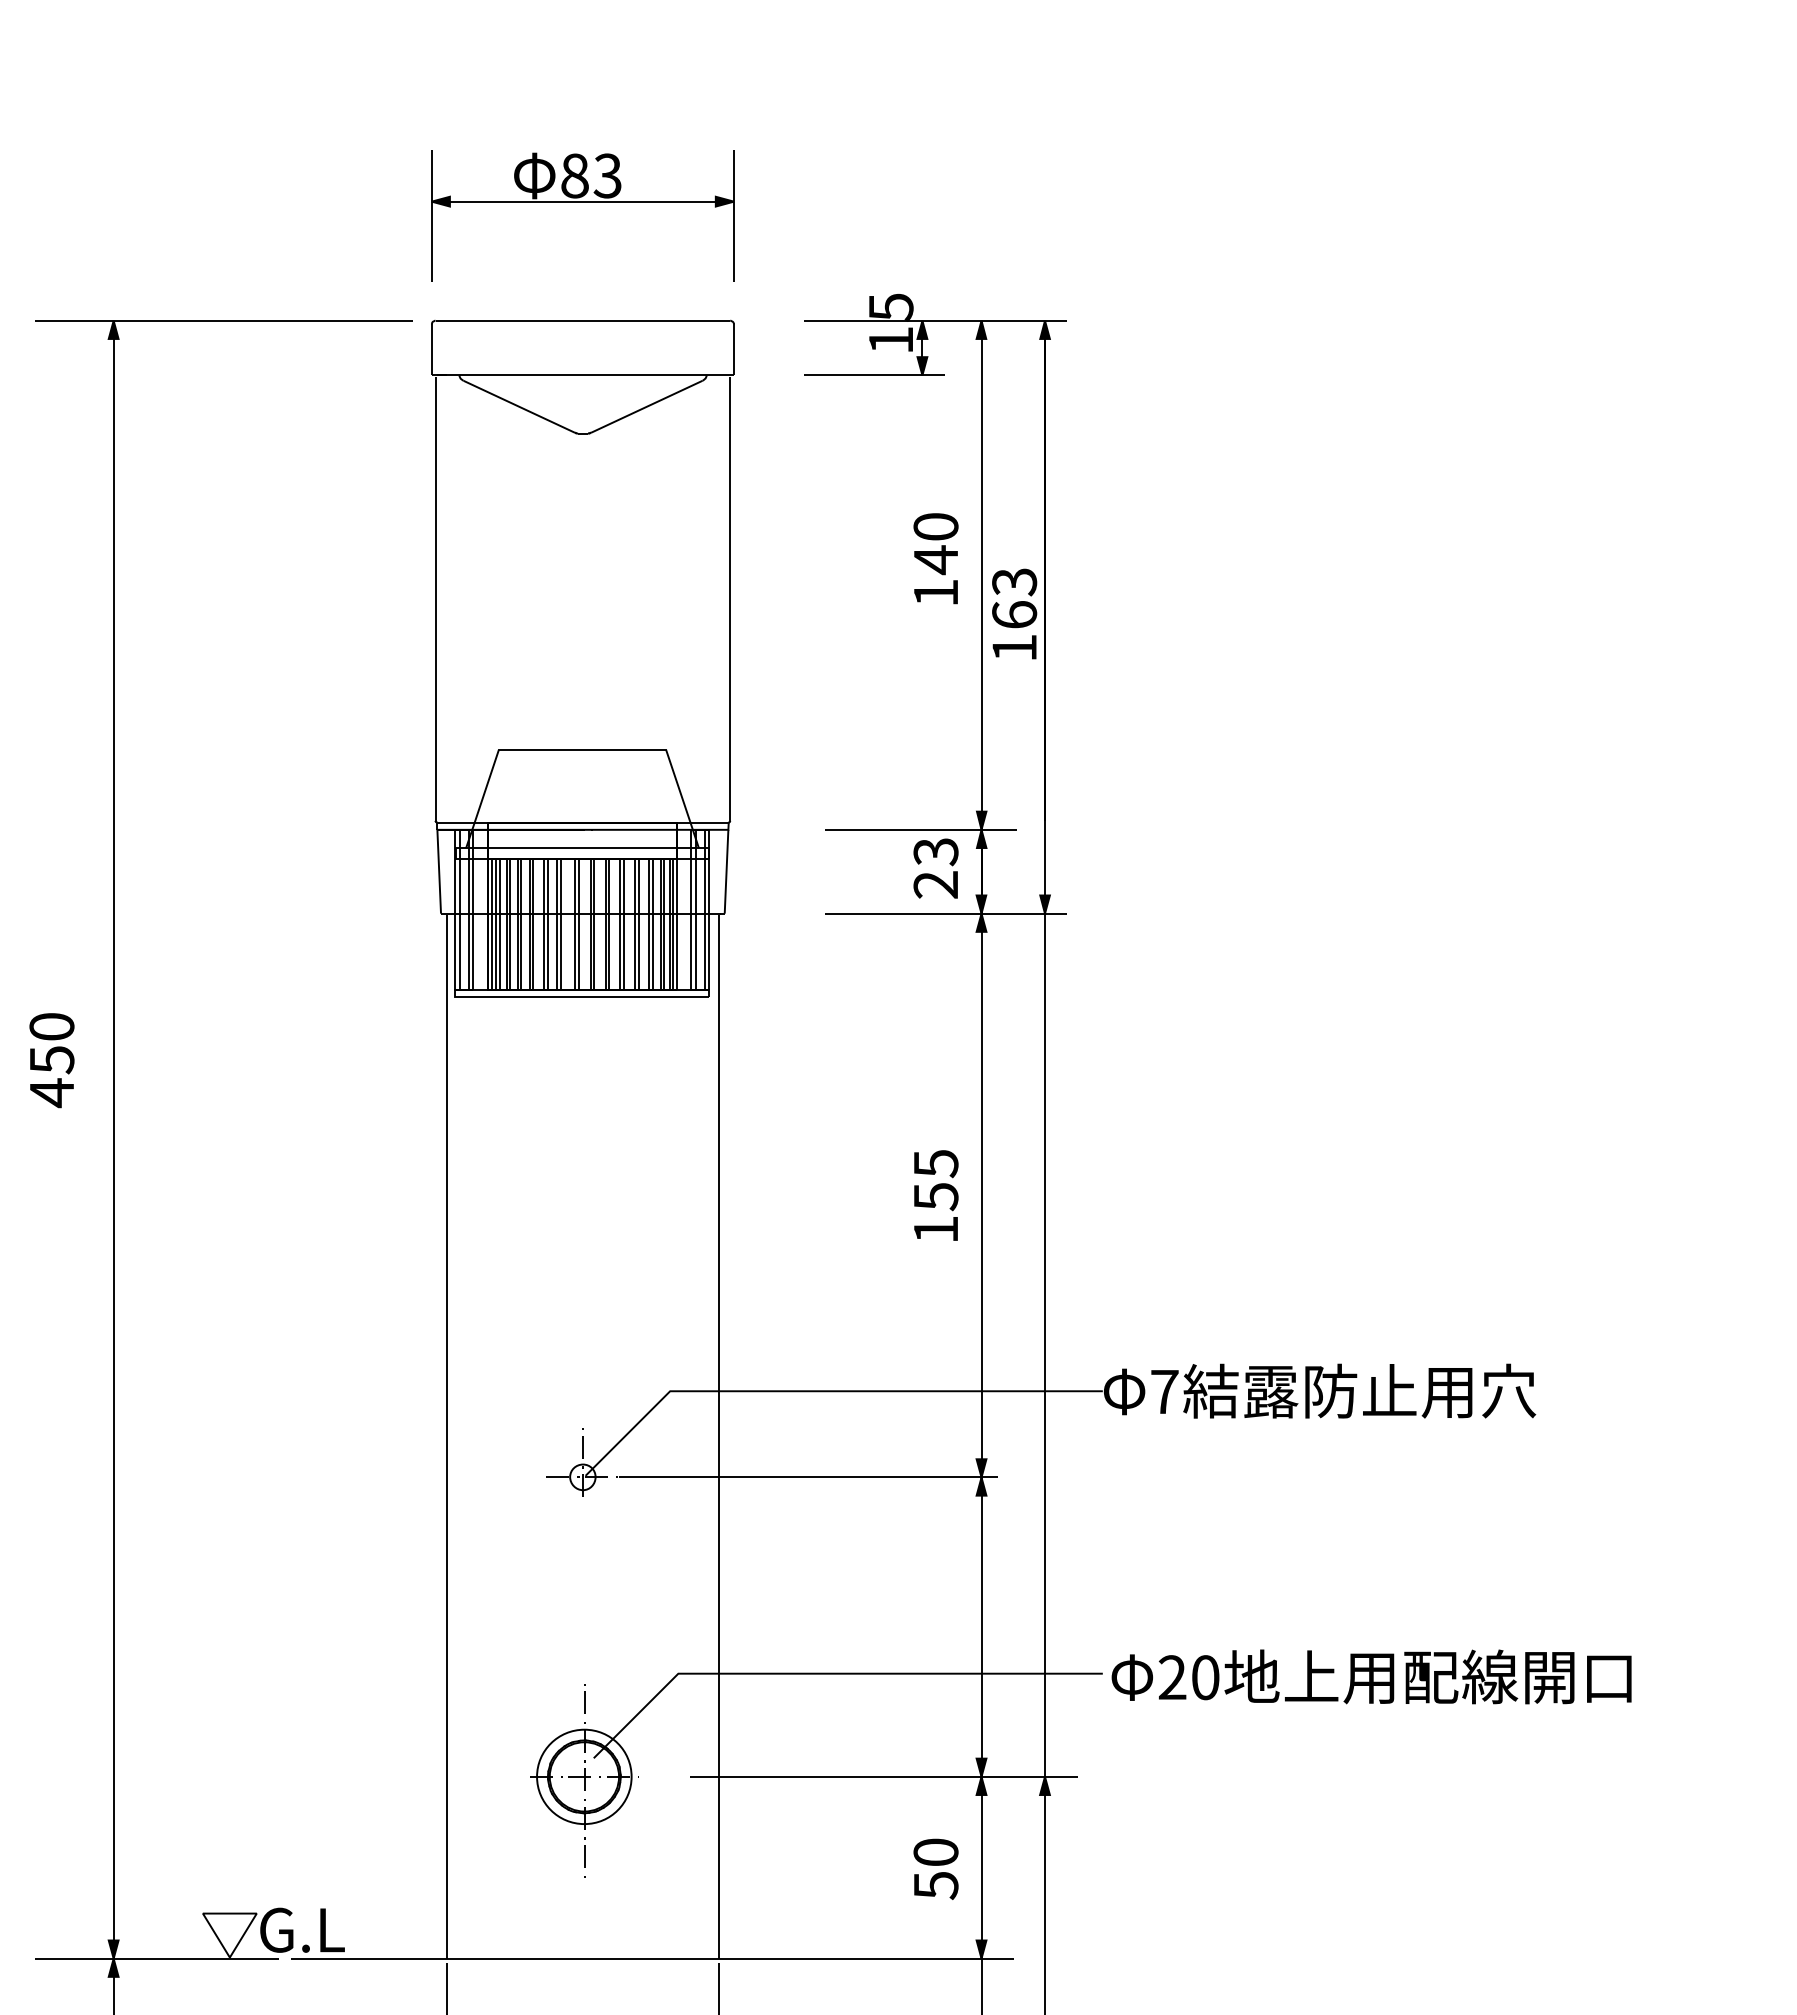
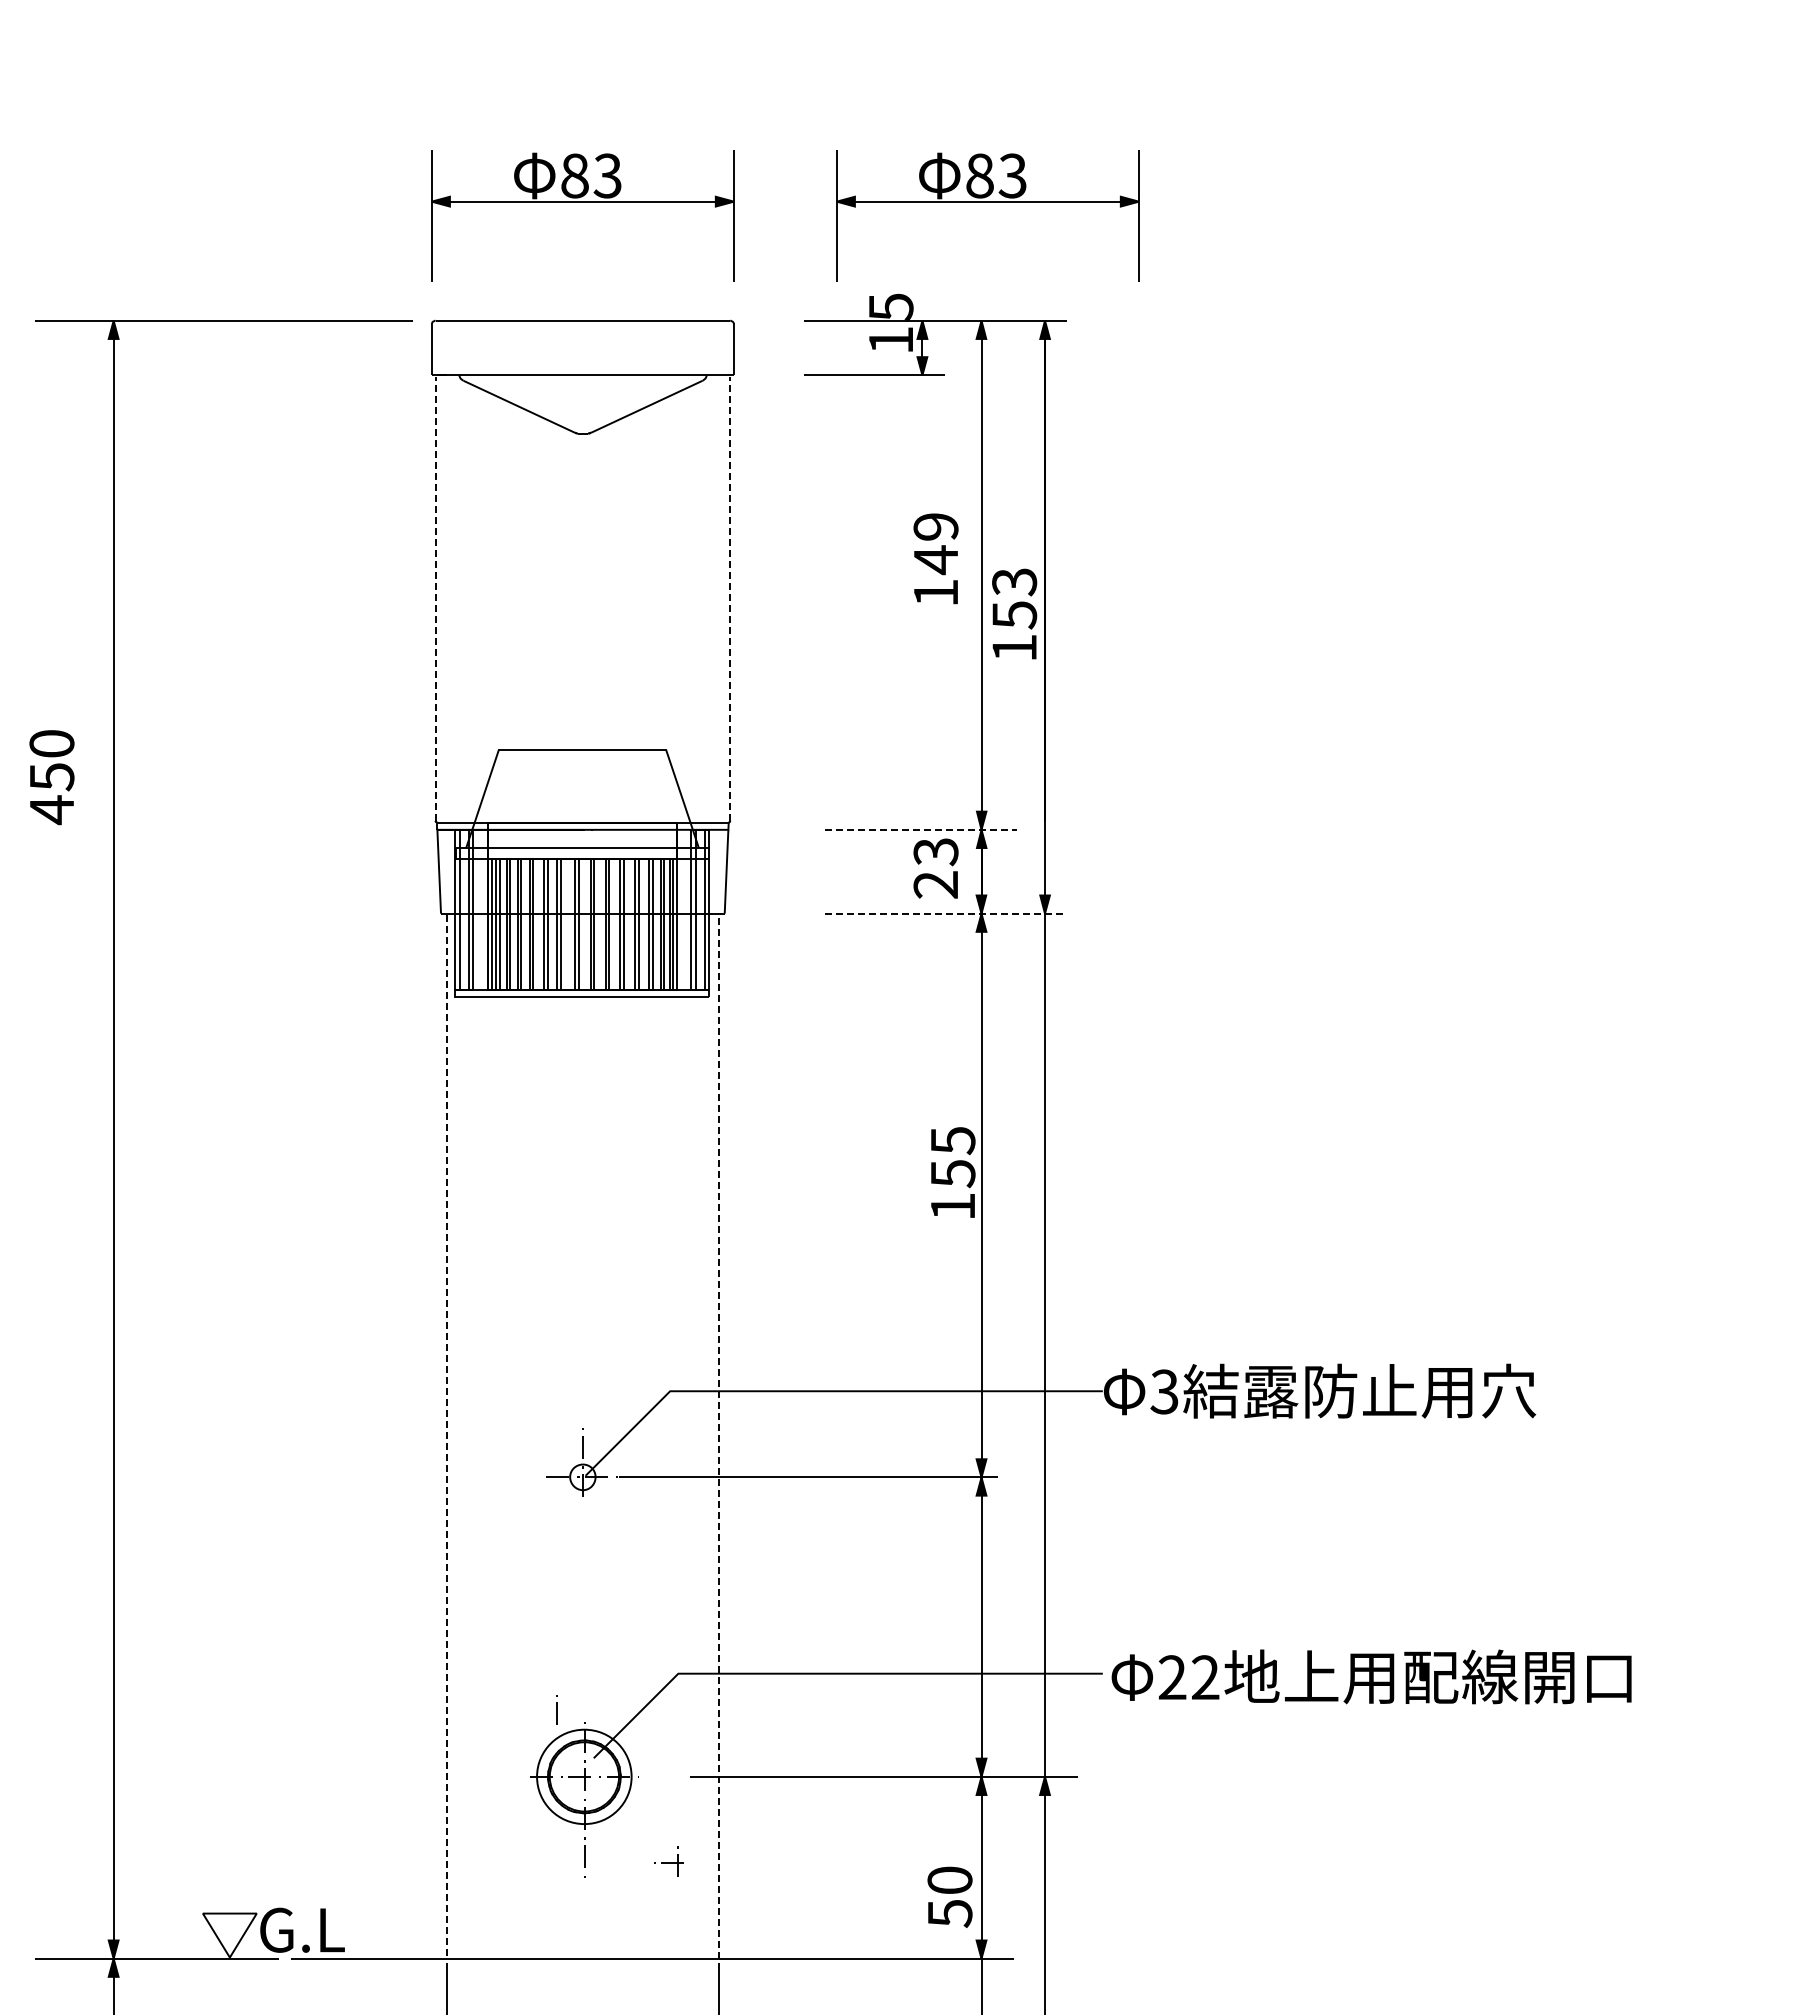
part at (987, 202): none -> present
text at (935, 526): 140 -> 149
line at (435, 599): solid -> dashed
line at (730, 599): solid -> dashed
text at (1014, 615): 163 -> 153
line at (921, 829): solid -> dashed
line at (946, 913): solid -> dashed
text at (51, 1060) position: (51, 1060) -> (51, 777)
text at (936, 1195) position: (936, 1195) -> (953, 1172)
text at (1164, 1391): 7 -> 3
line at (446, 1436): solid -> dashed
line at (719, 1436): solid -> dashed
text at (1205, 1677): 20 -> 22
line at (584, 1698) position: (584, 1698) -> (556, 1709)
part at (668, 1861): none -> present
text at (935, 1868) position: (935, 1868) -> (949, 1896)
